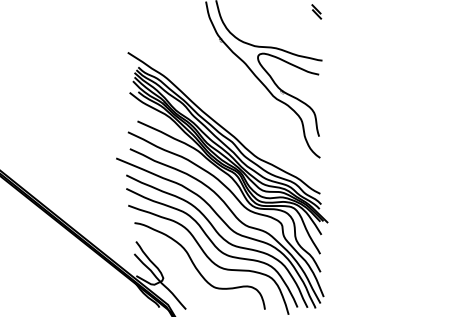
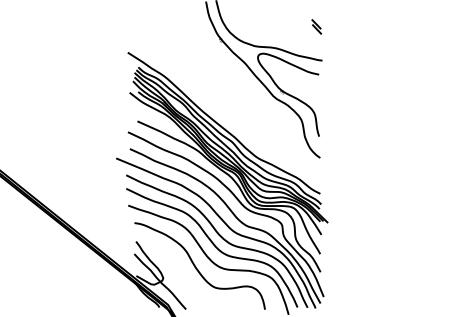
part at (316, 11) position: (316, 11) -> (316, 26)
